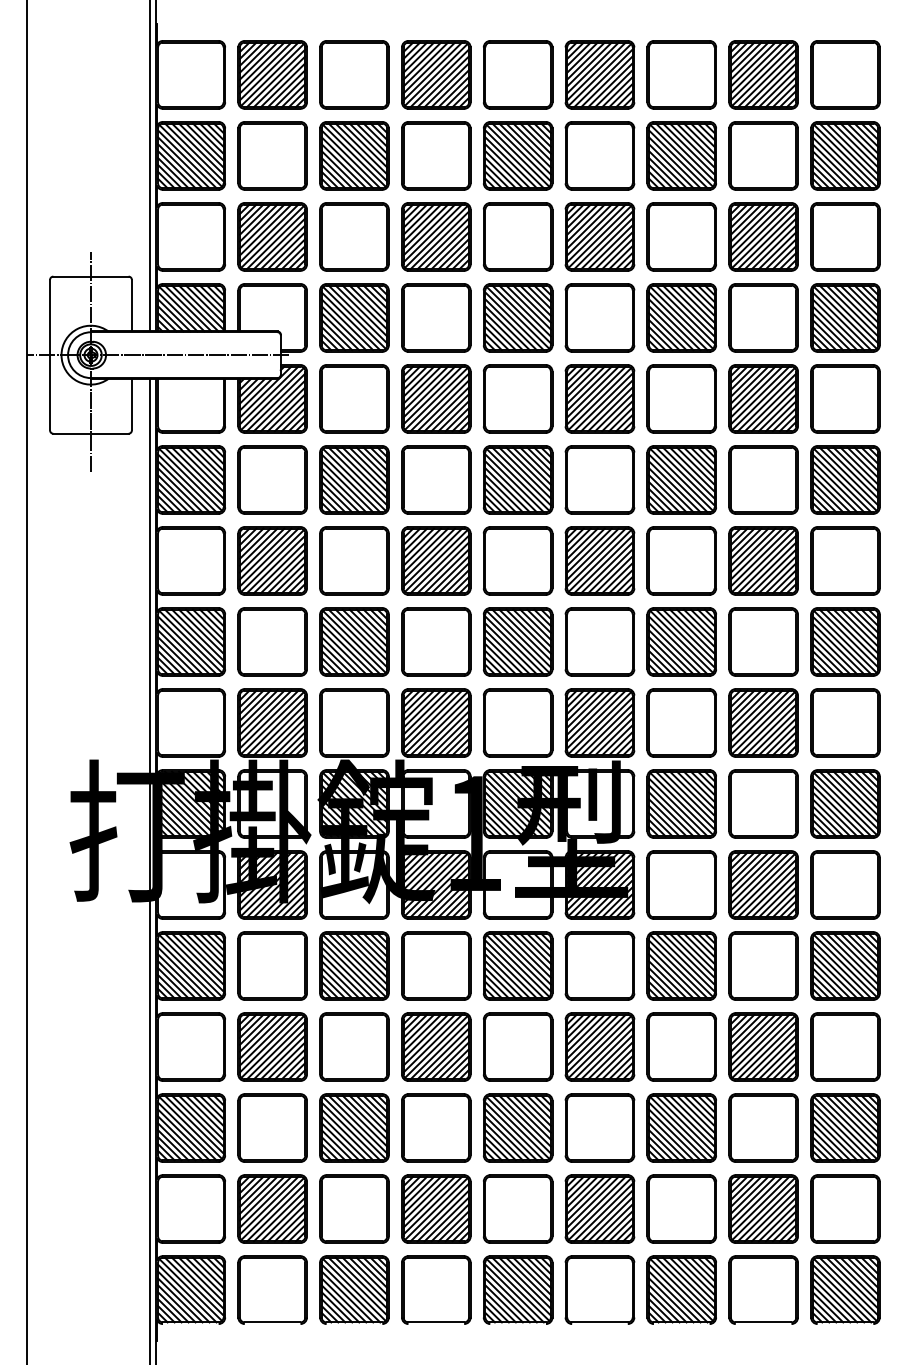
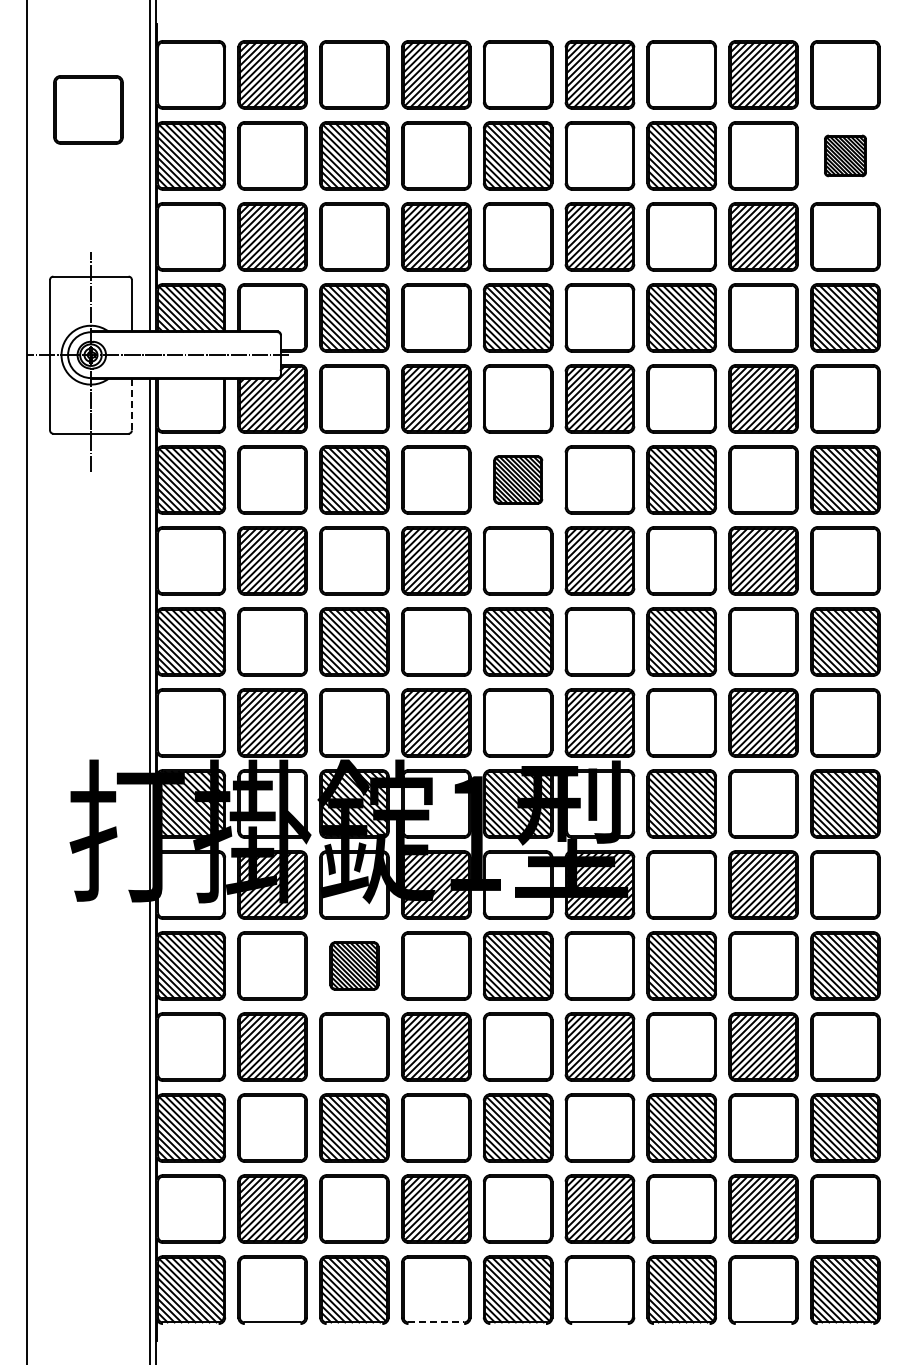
part at (88, 109): none -> present
part at (845, 155) size: 71x70 px -> 43x44 px
line at (131, 404): solid -> dashed
part at (518, 479) size: 71x70 px -> 51x50 px
part at (354, 965) size: 71x70 px -> 51x50 px
line at (436, 1322): solid -> dashed
